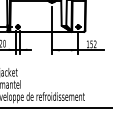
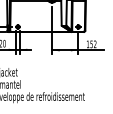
line at (55, 107): present -> none
